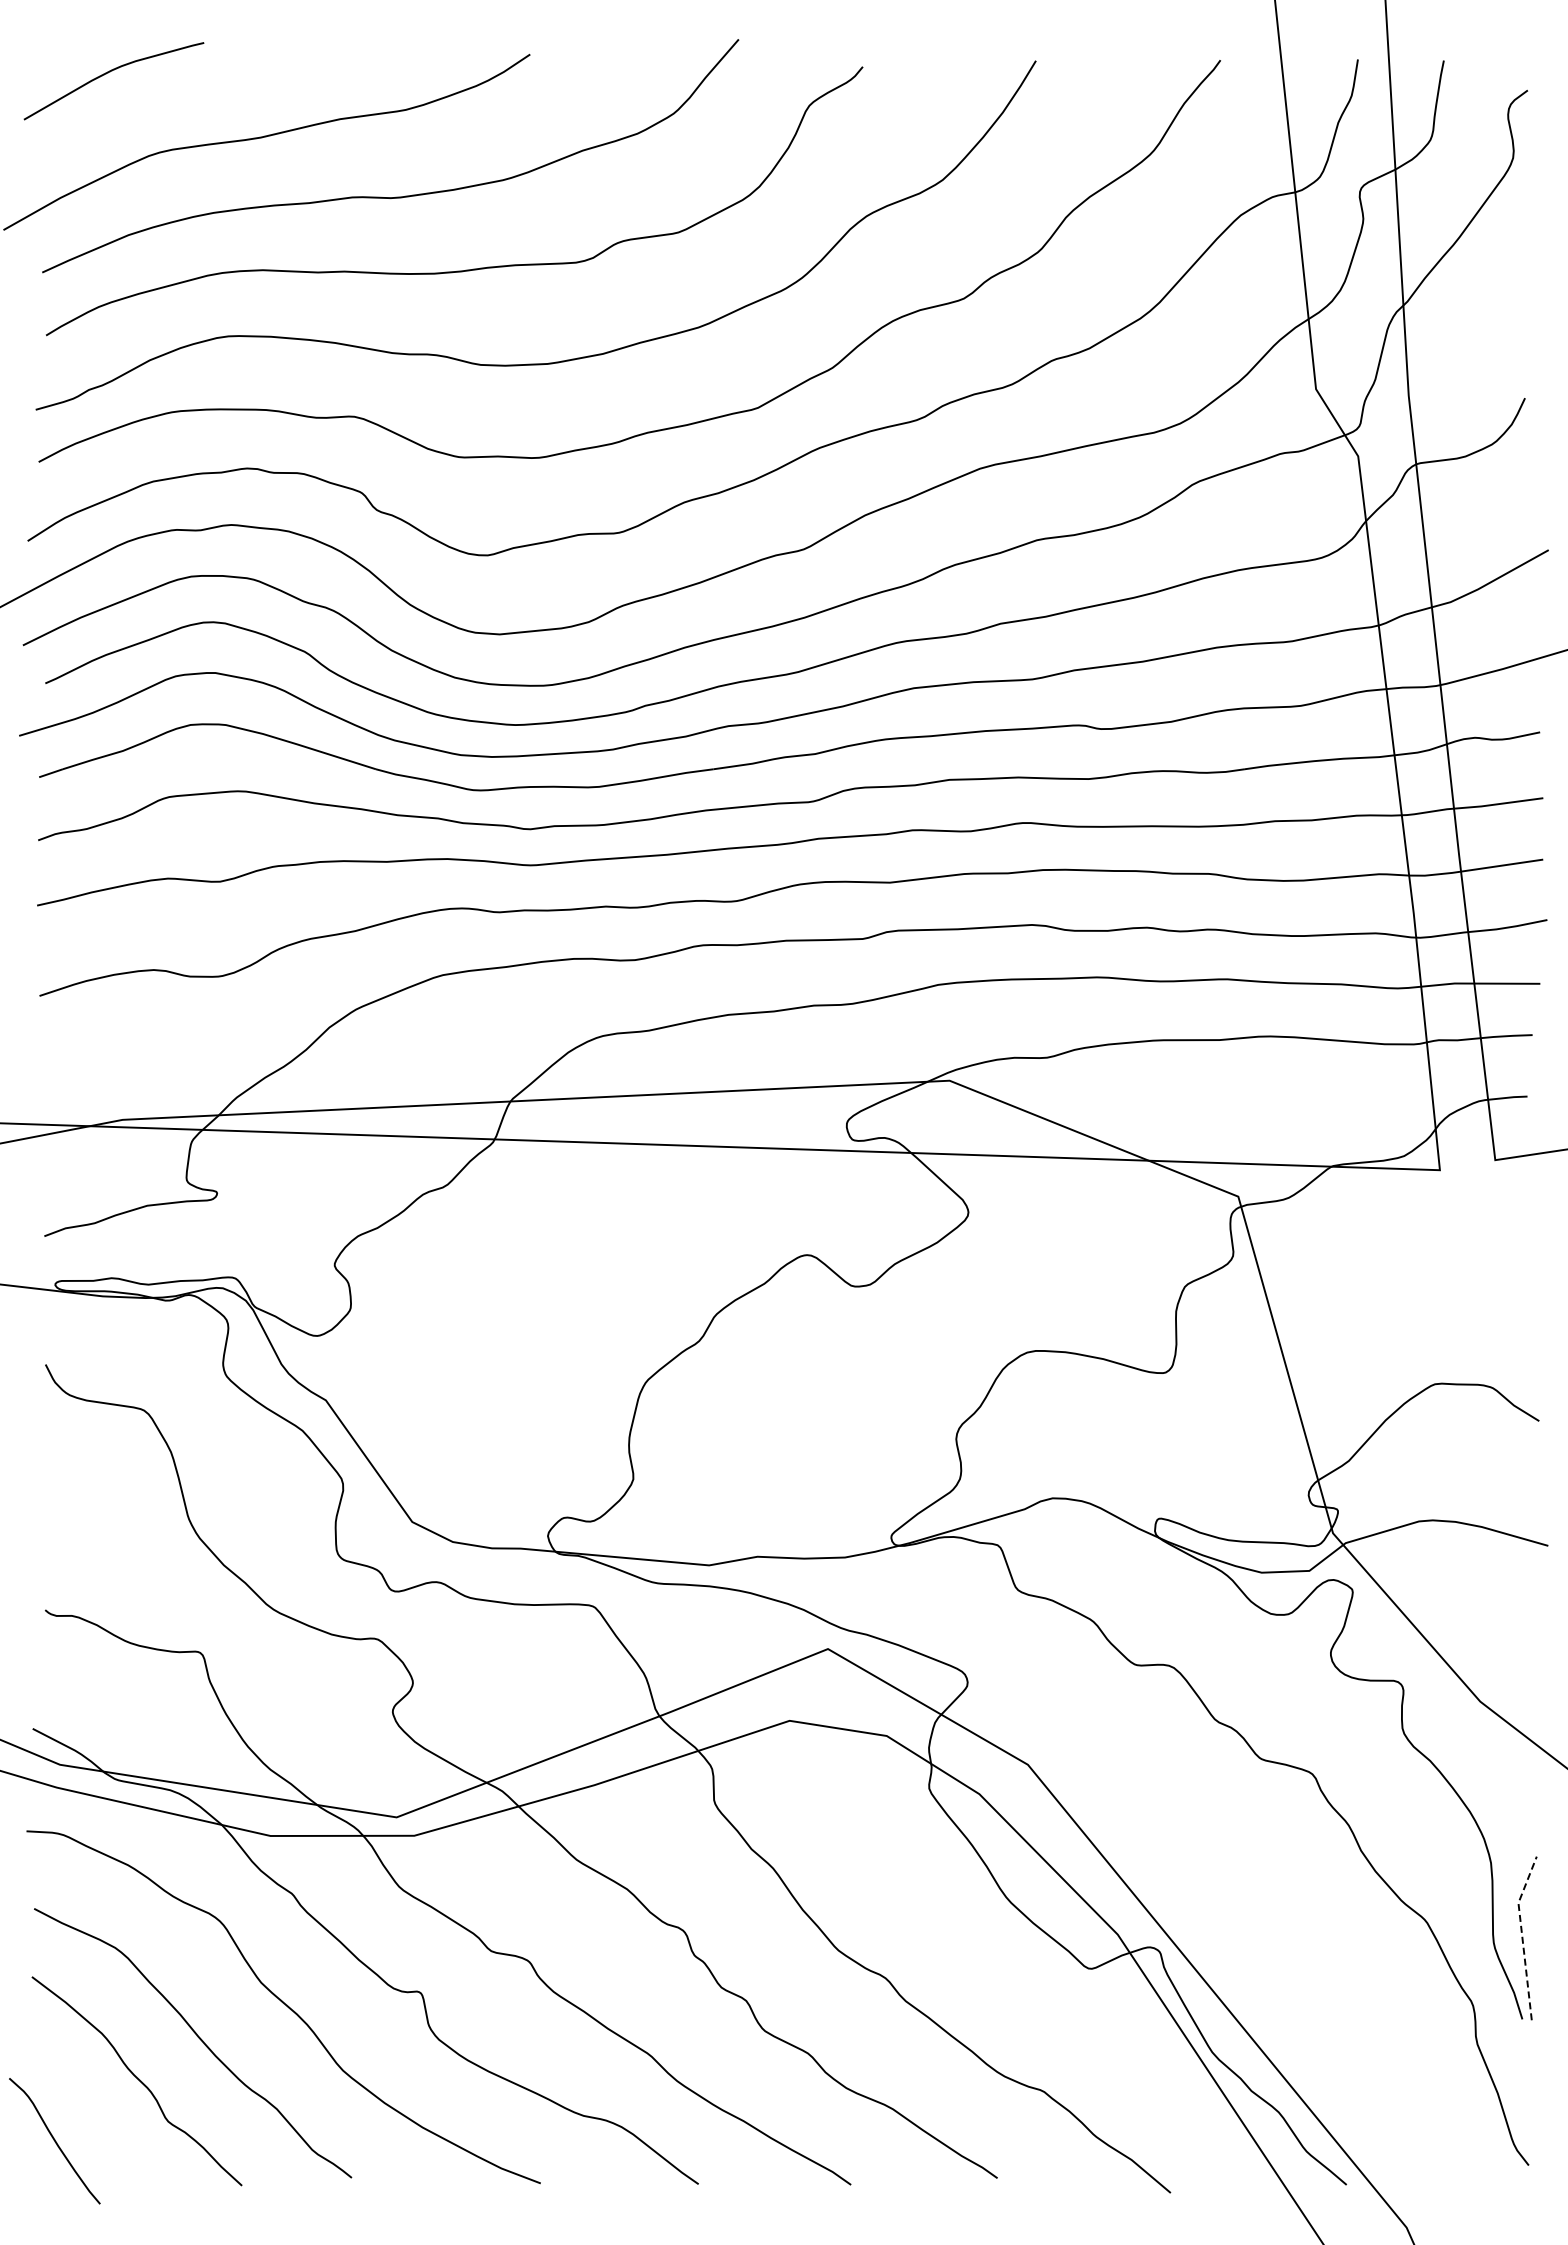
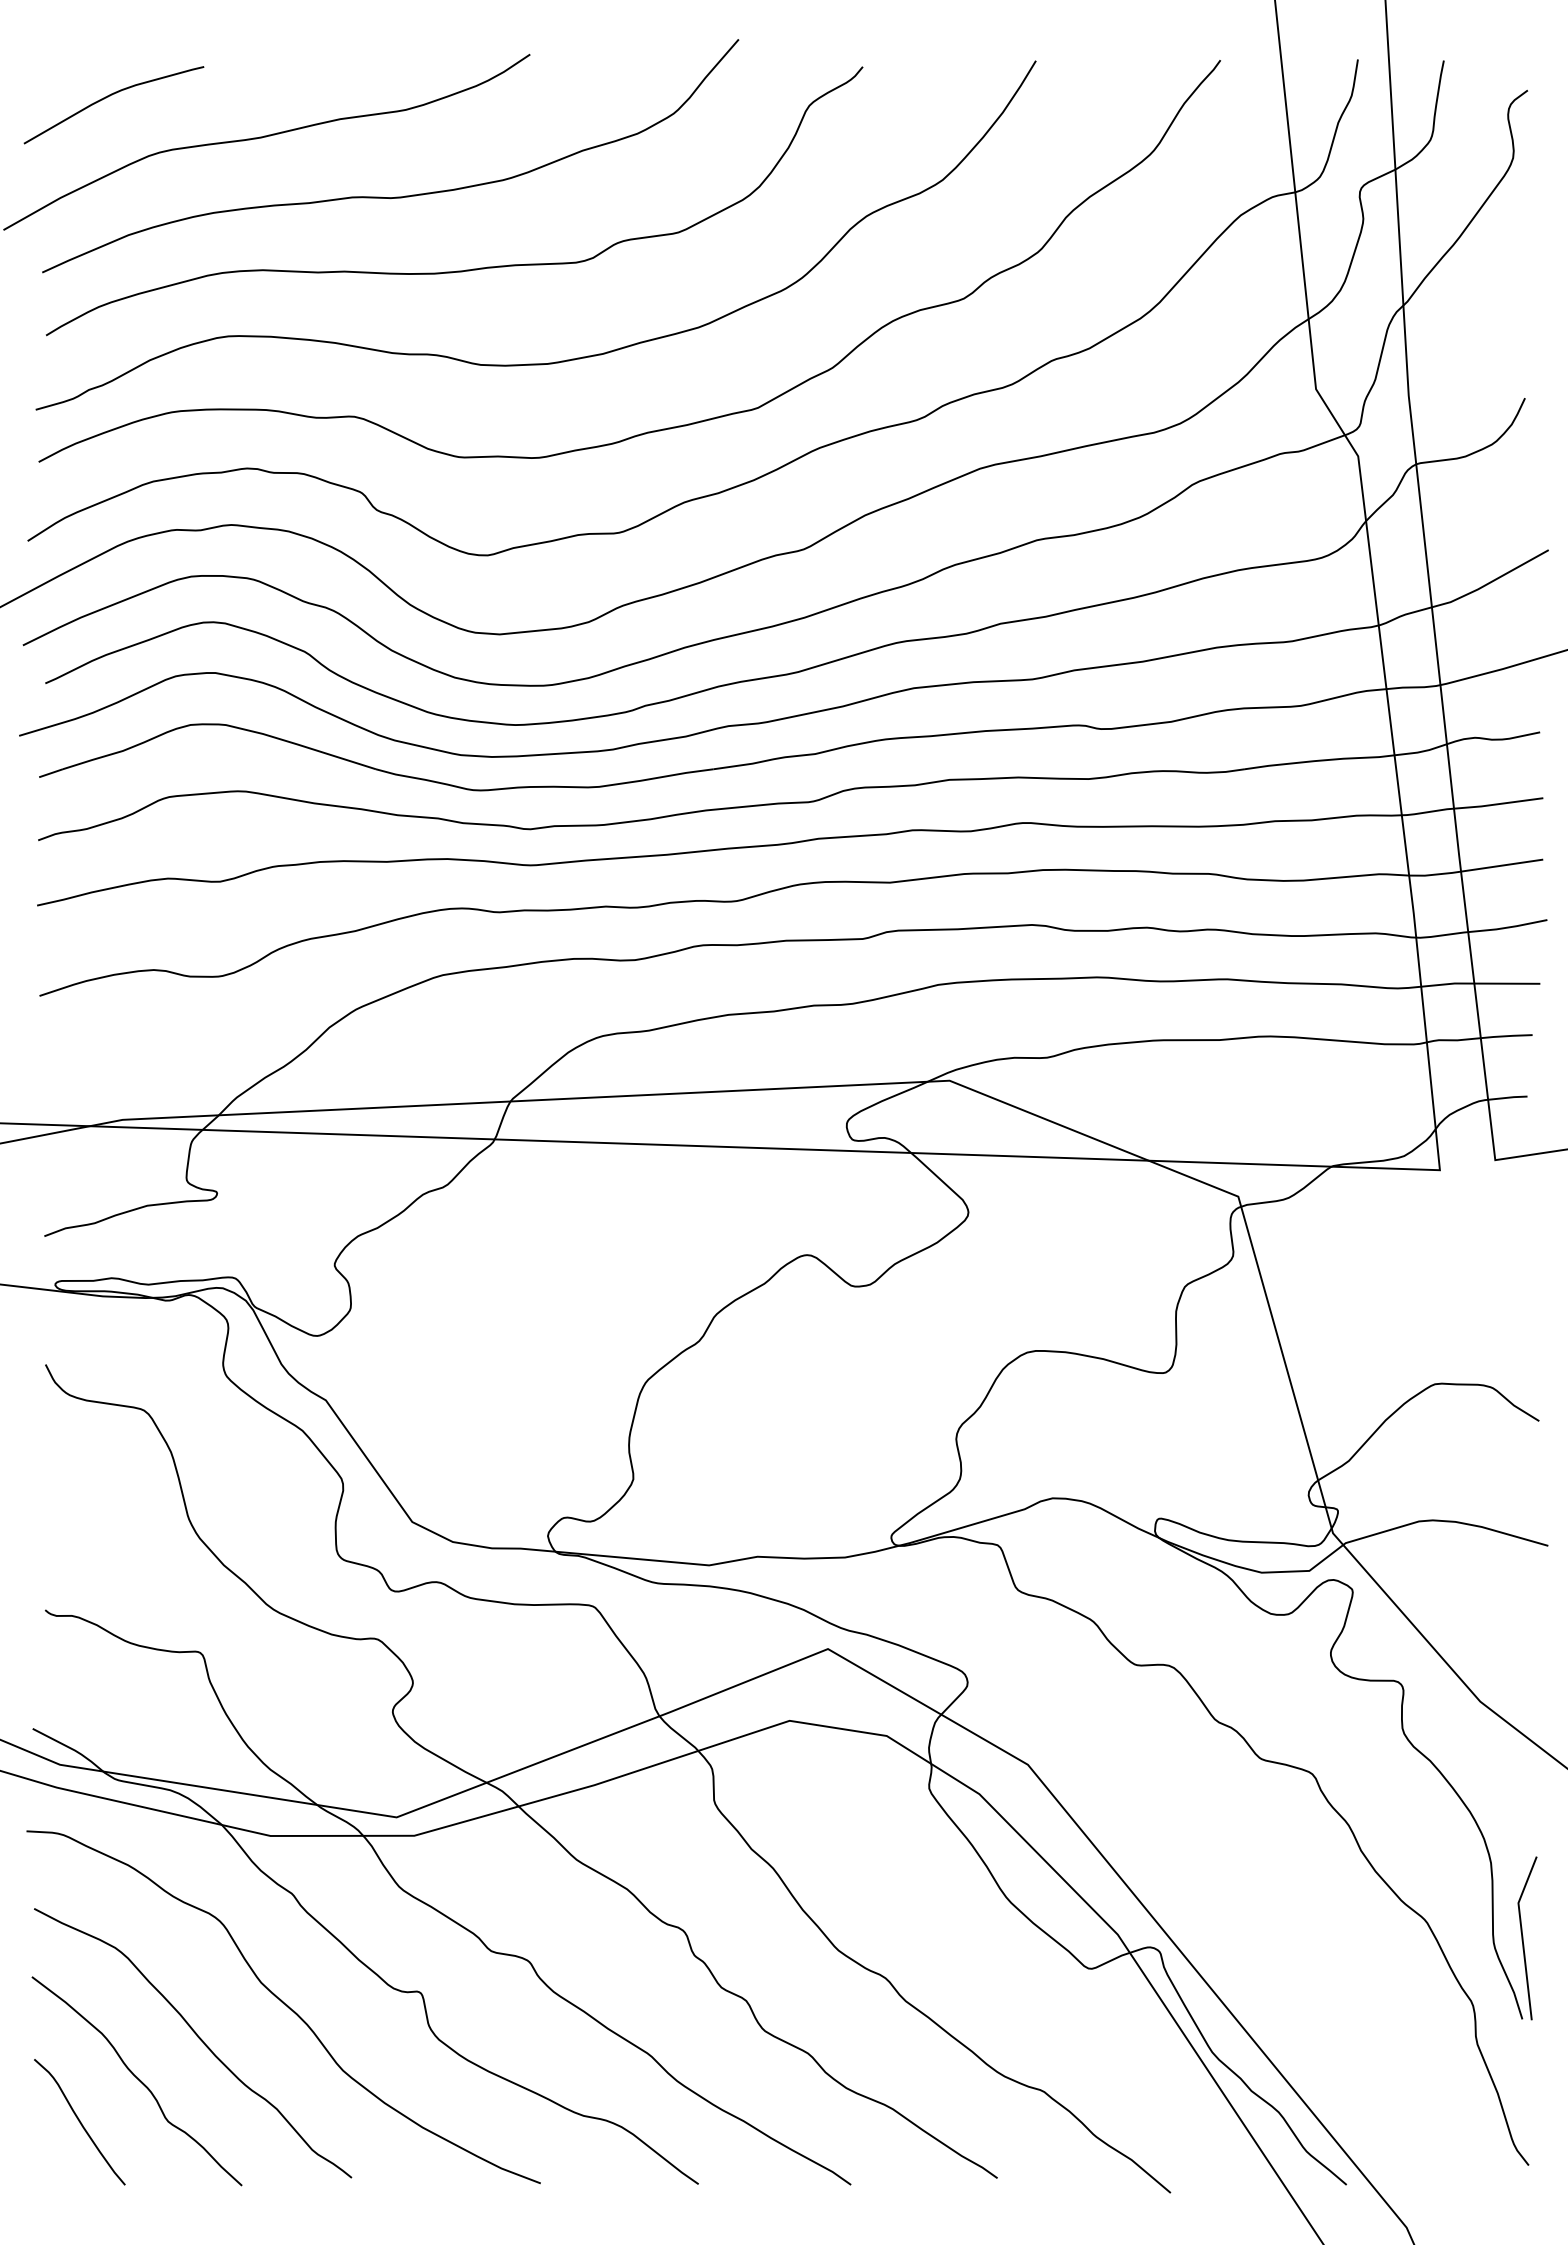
curve at (108, 73) position: (108, 73) -> (108, 97)
line at (1522, 1935): dashed -> solid
curve at (54, 2141) position: (54, 2141) -> (79, 2122)
